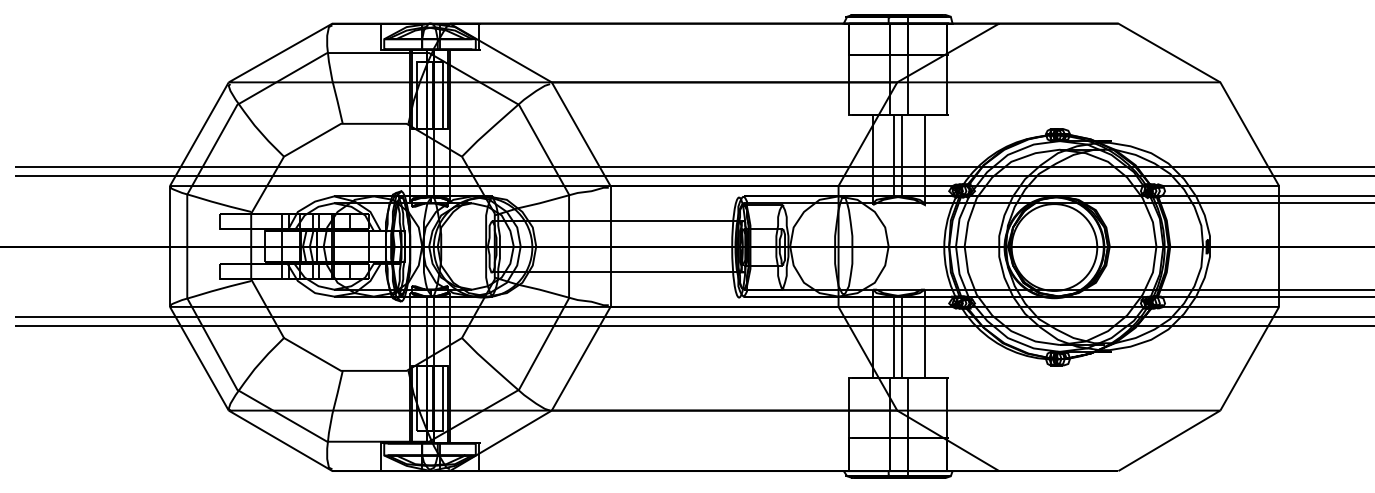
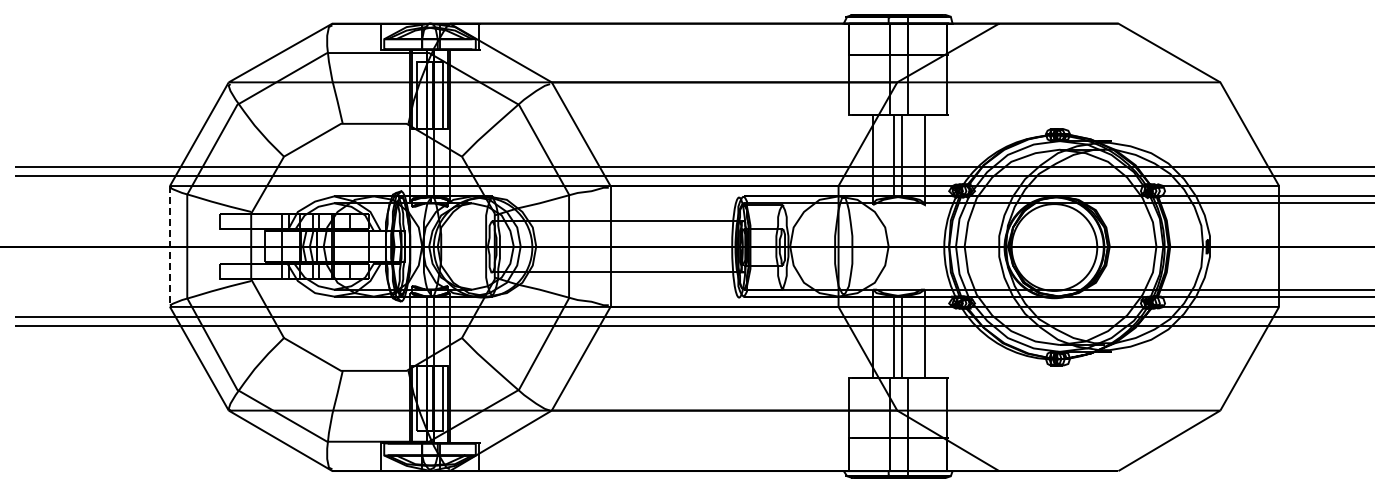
line at (170, 246): solid -> dashed
